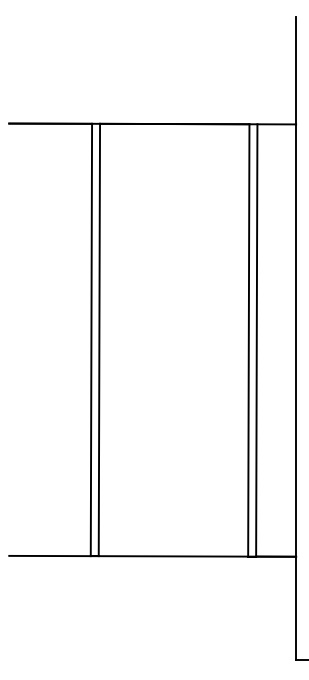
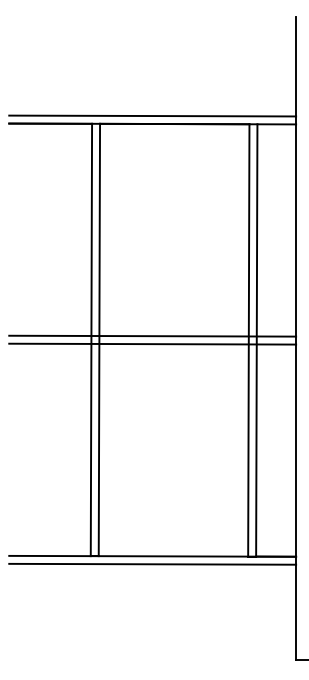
line at (152, 115): none -> present
line at (152, 335): none -> present
line at (152, 343): none -> present
line at (152, 563): none -> present
